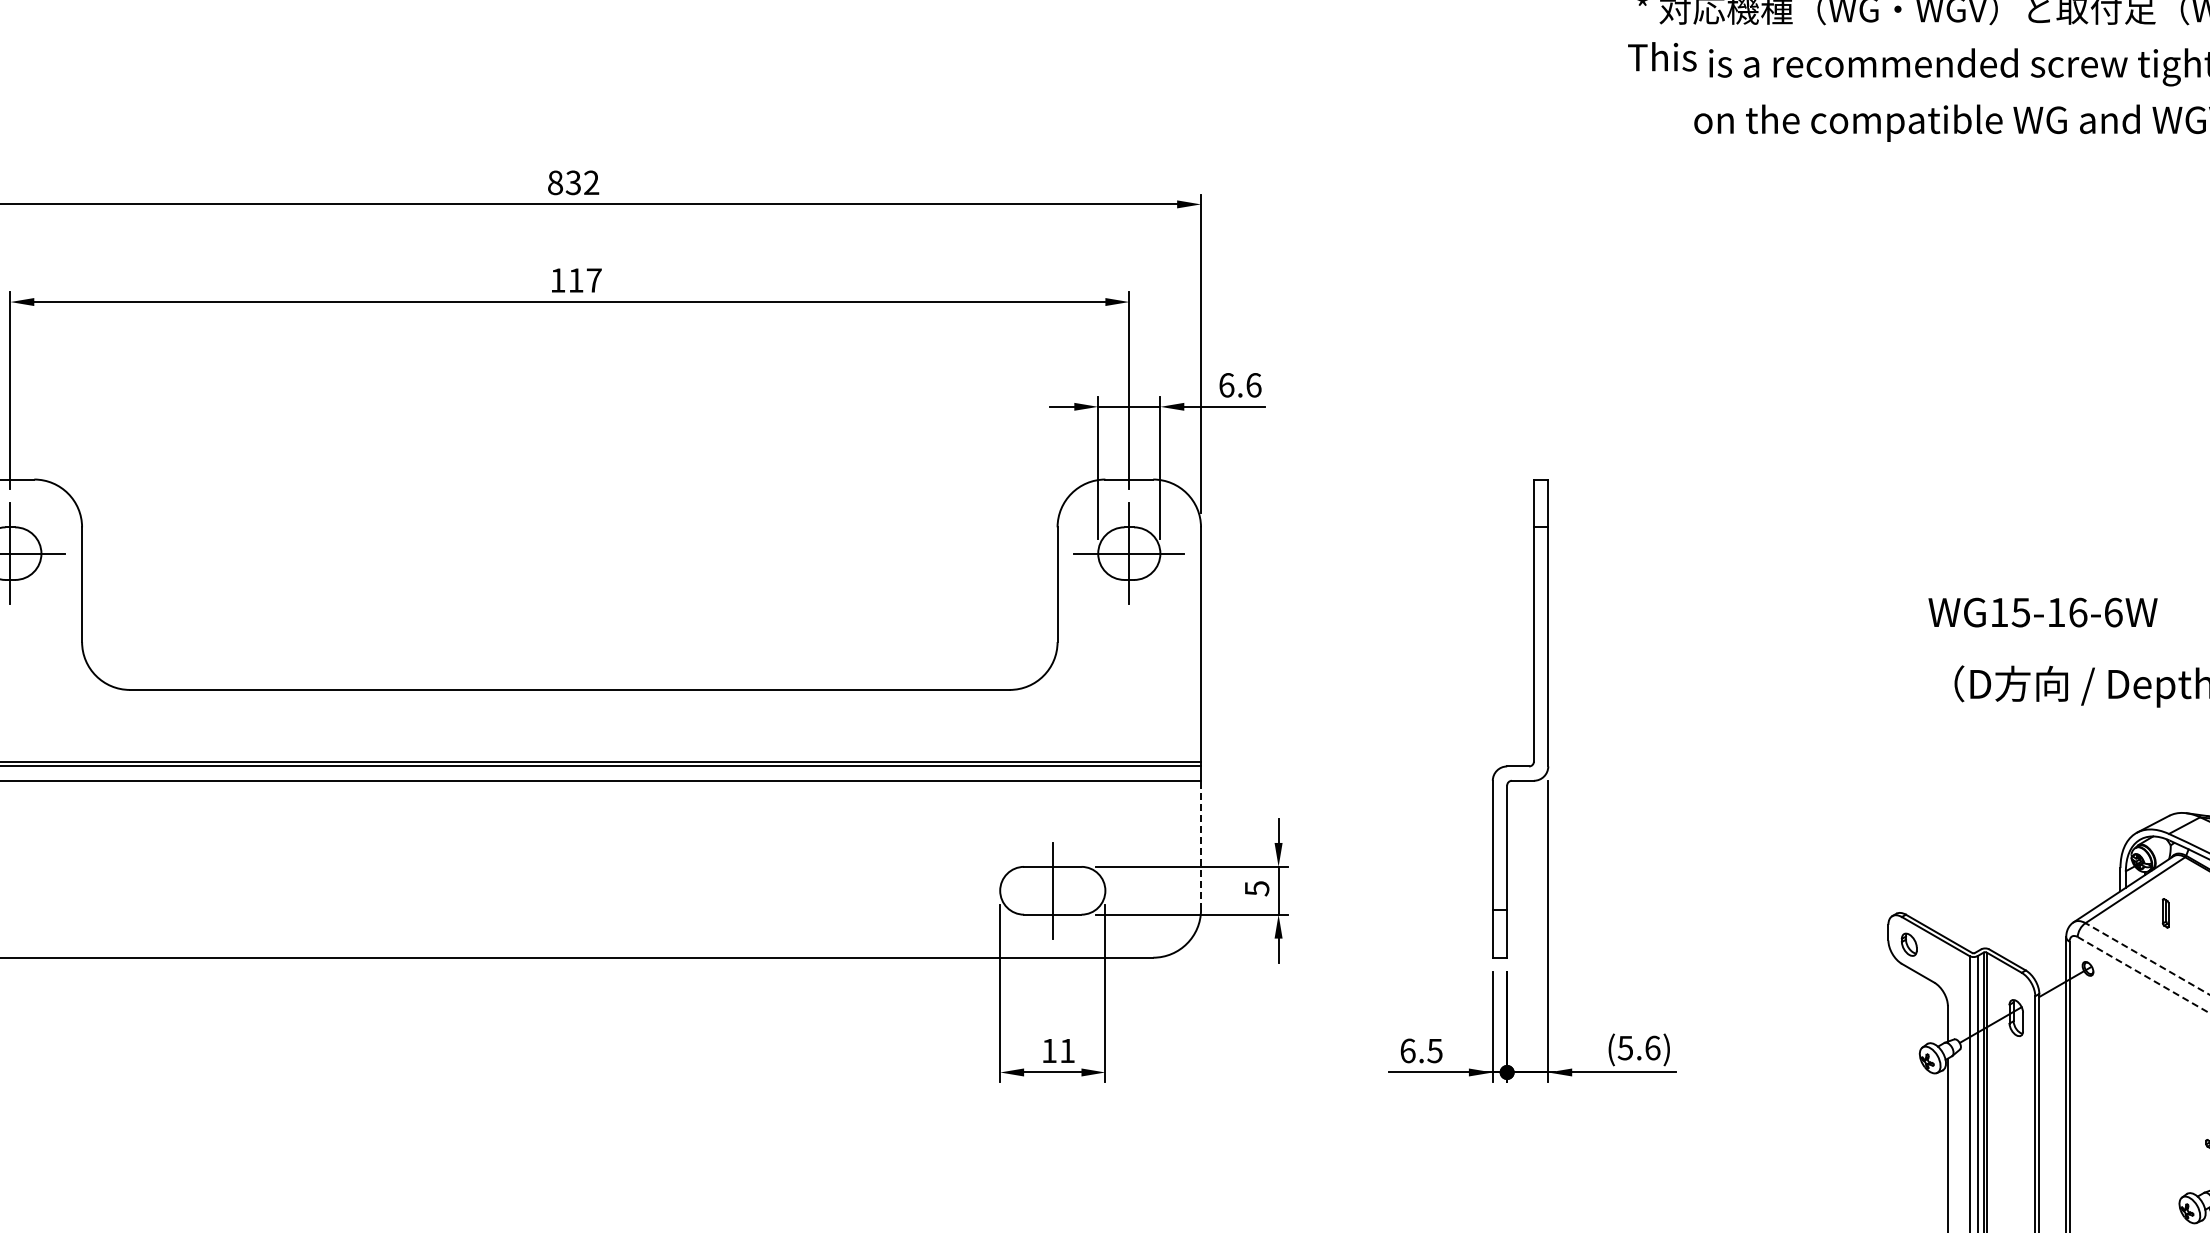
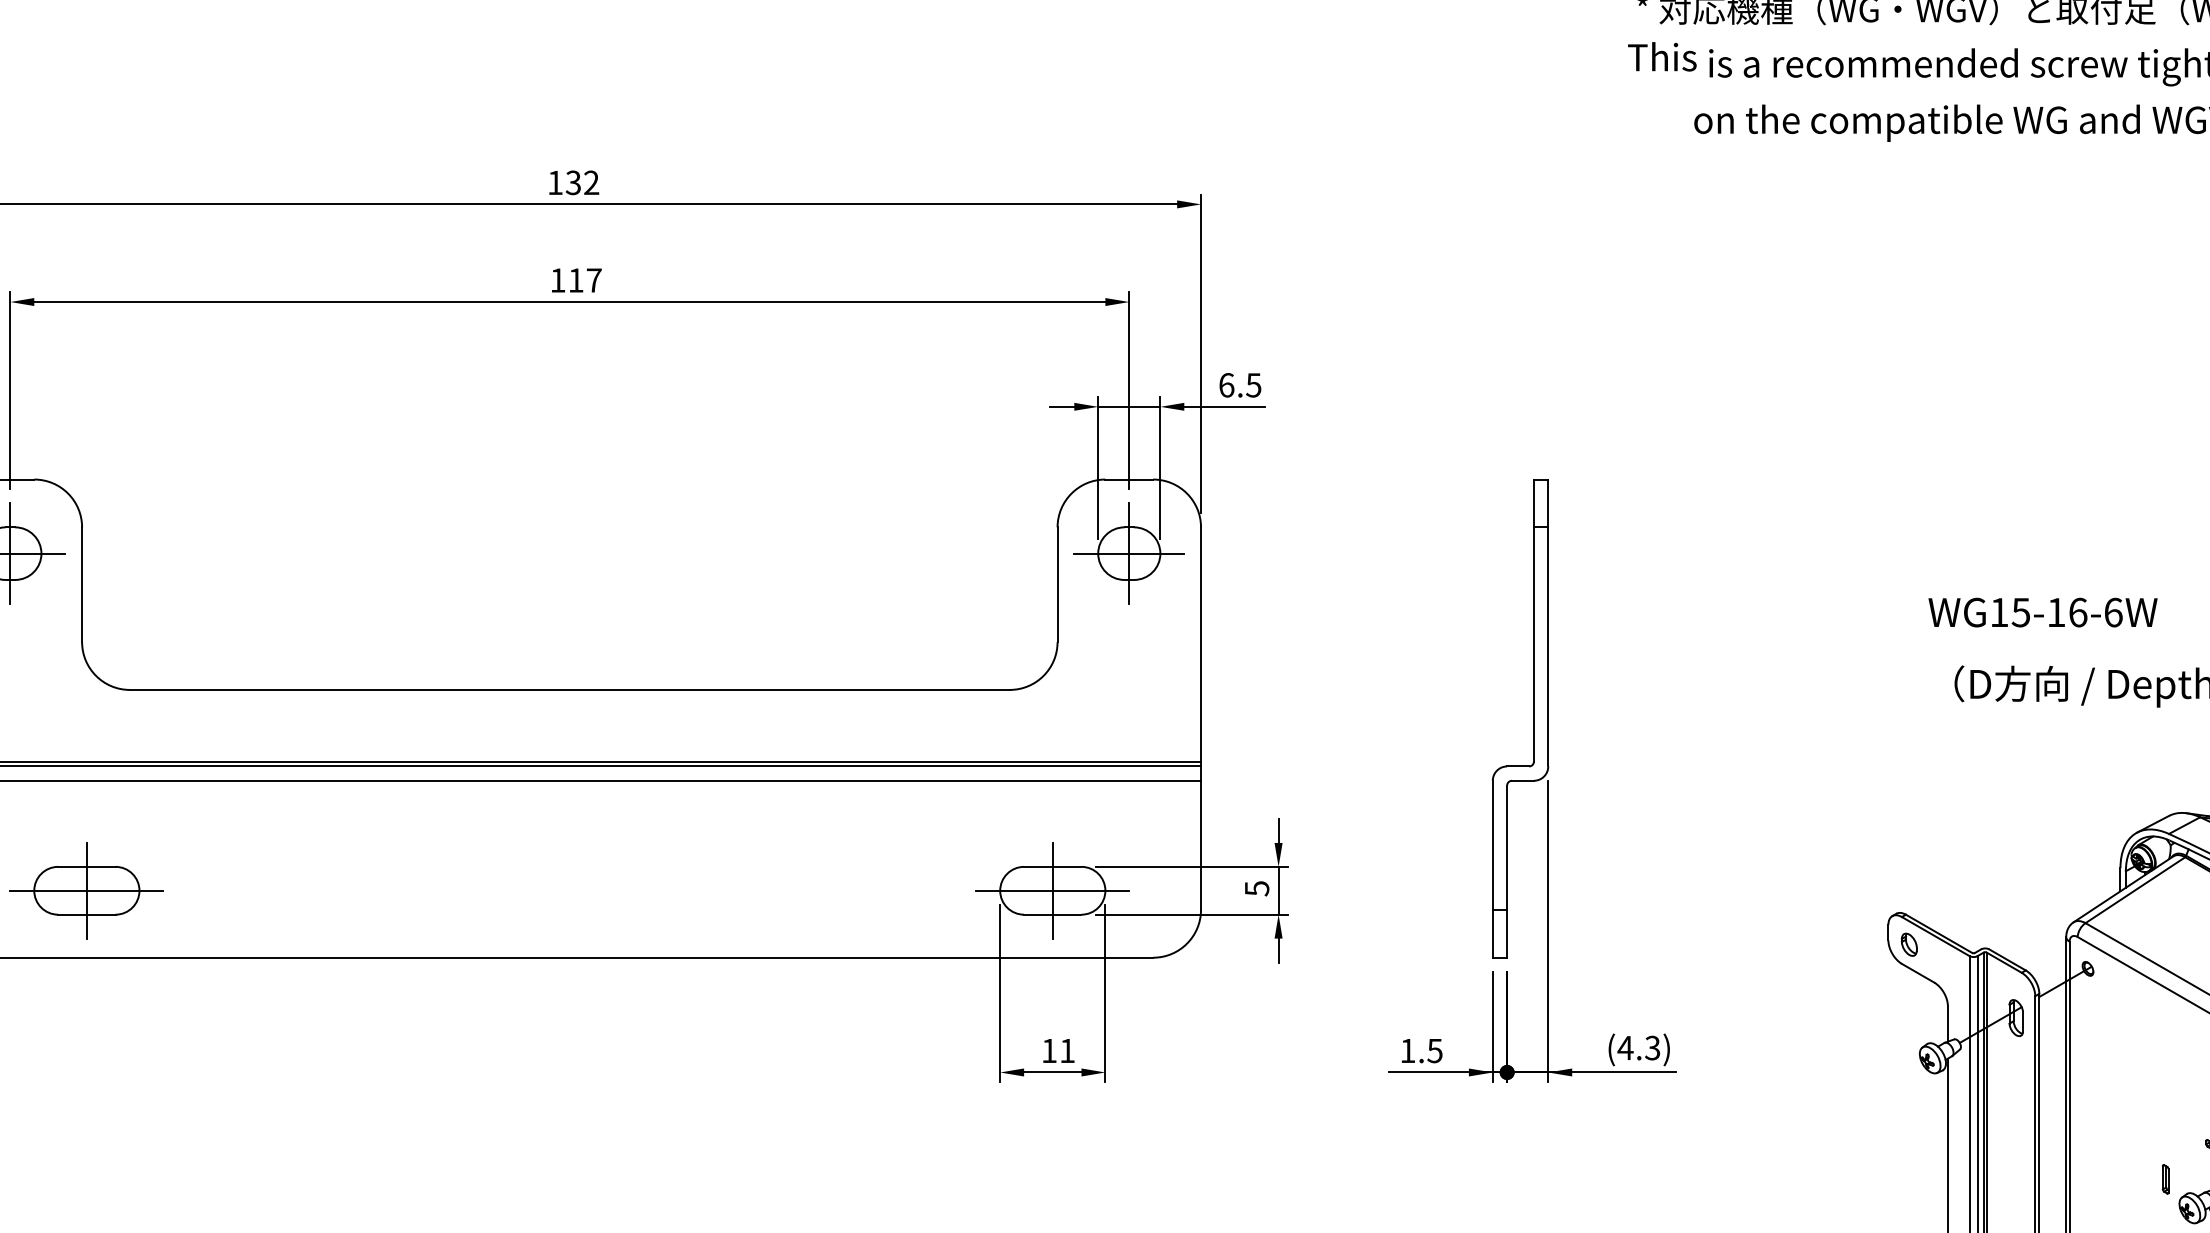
text at (555, 182): 832 -> 132
text at (1253, 385): 6.6 -> 6.5
line at (1201, 845): dashed -> solid
part at (86, 890): none -> present
line at (1052, 890): none -> present
part at (2165, 913) position: (2165, 913) -> (2165, 1179)
line at (2146, 958): dashed -> solid
line at (2143, 975): dashed -> solid
text at (1638, 1047): (5.6) -> (4.3)
text at (1407, 1050): 6.5 -> 1.5
